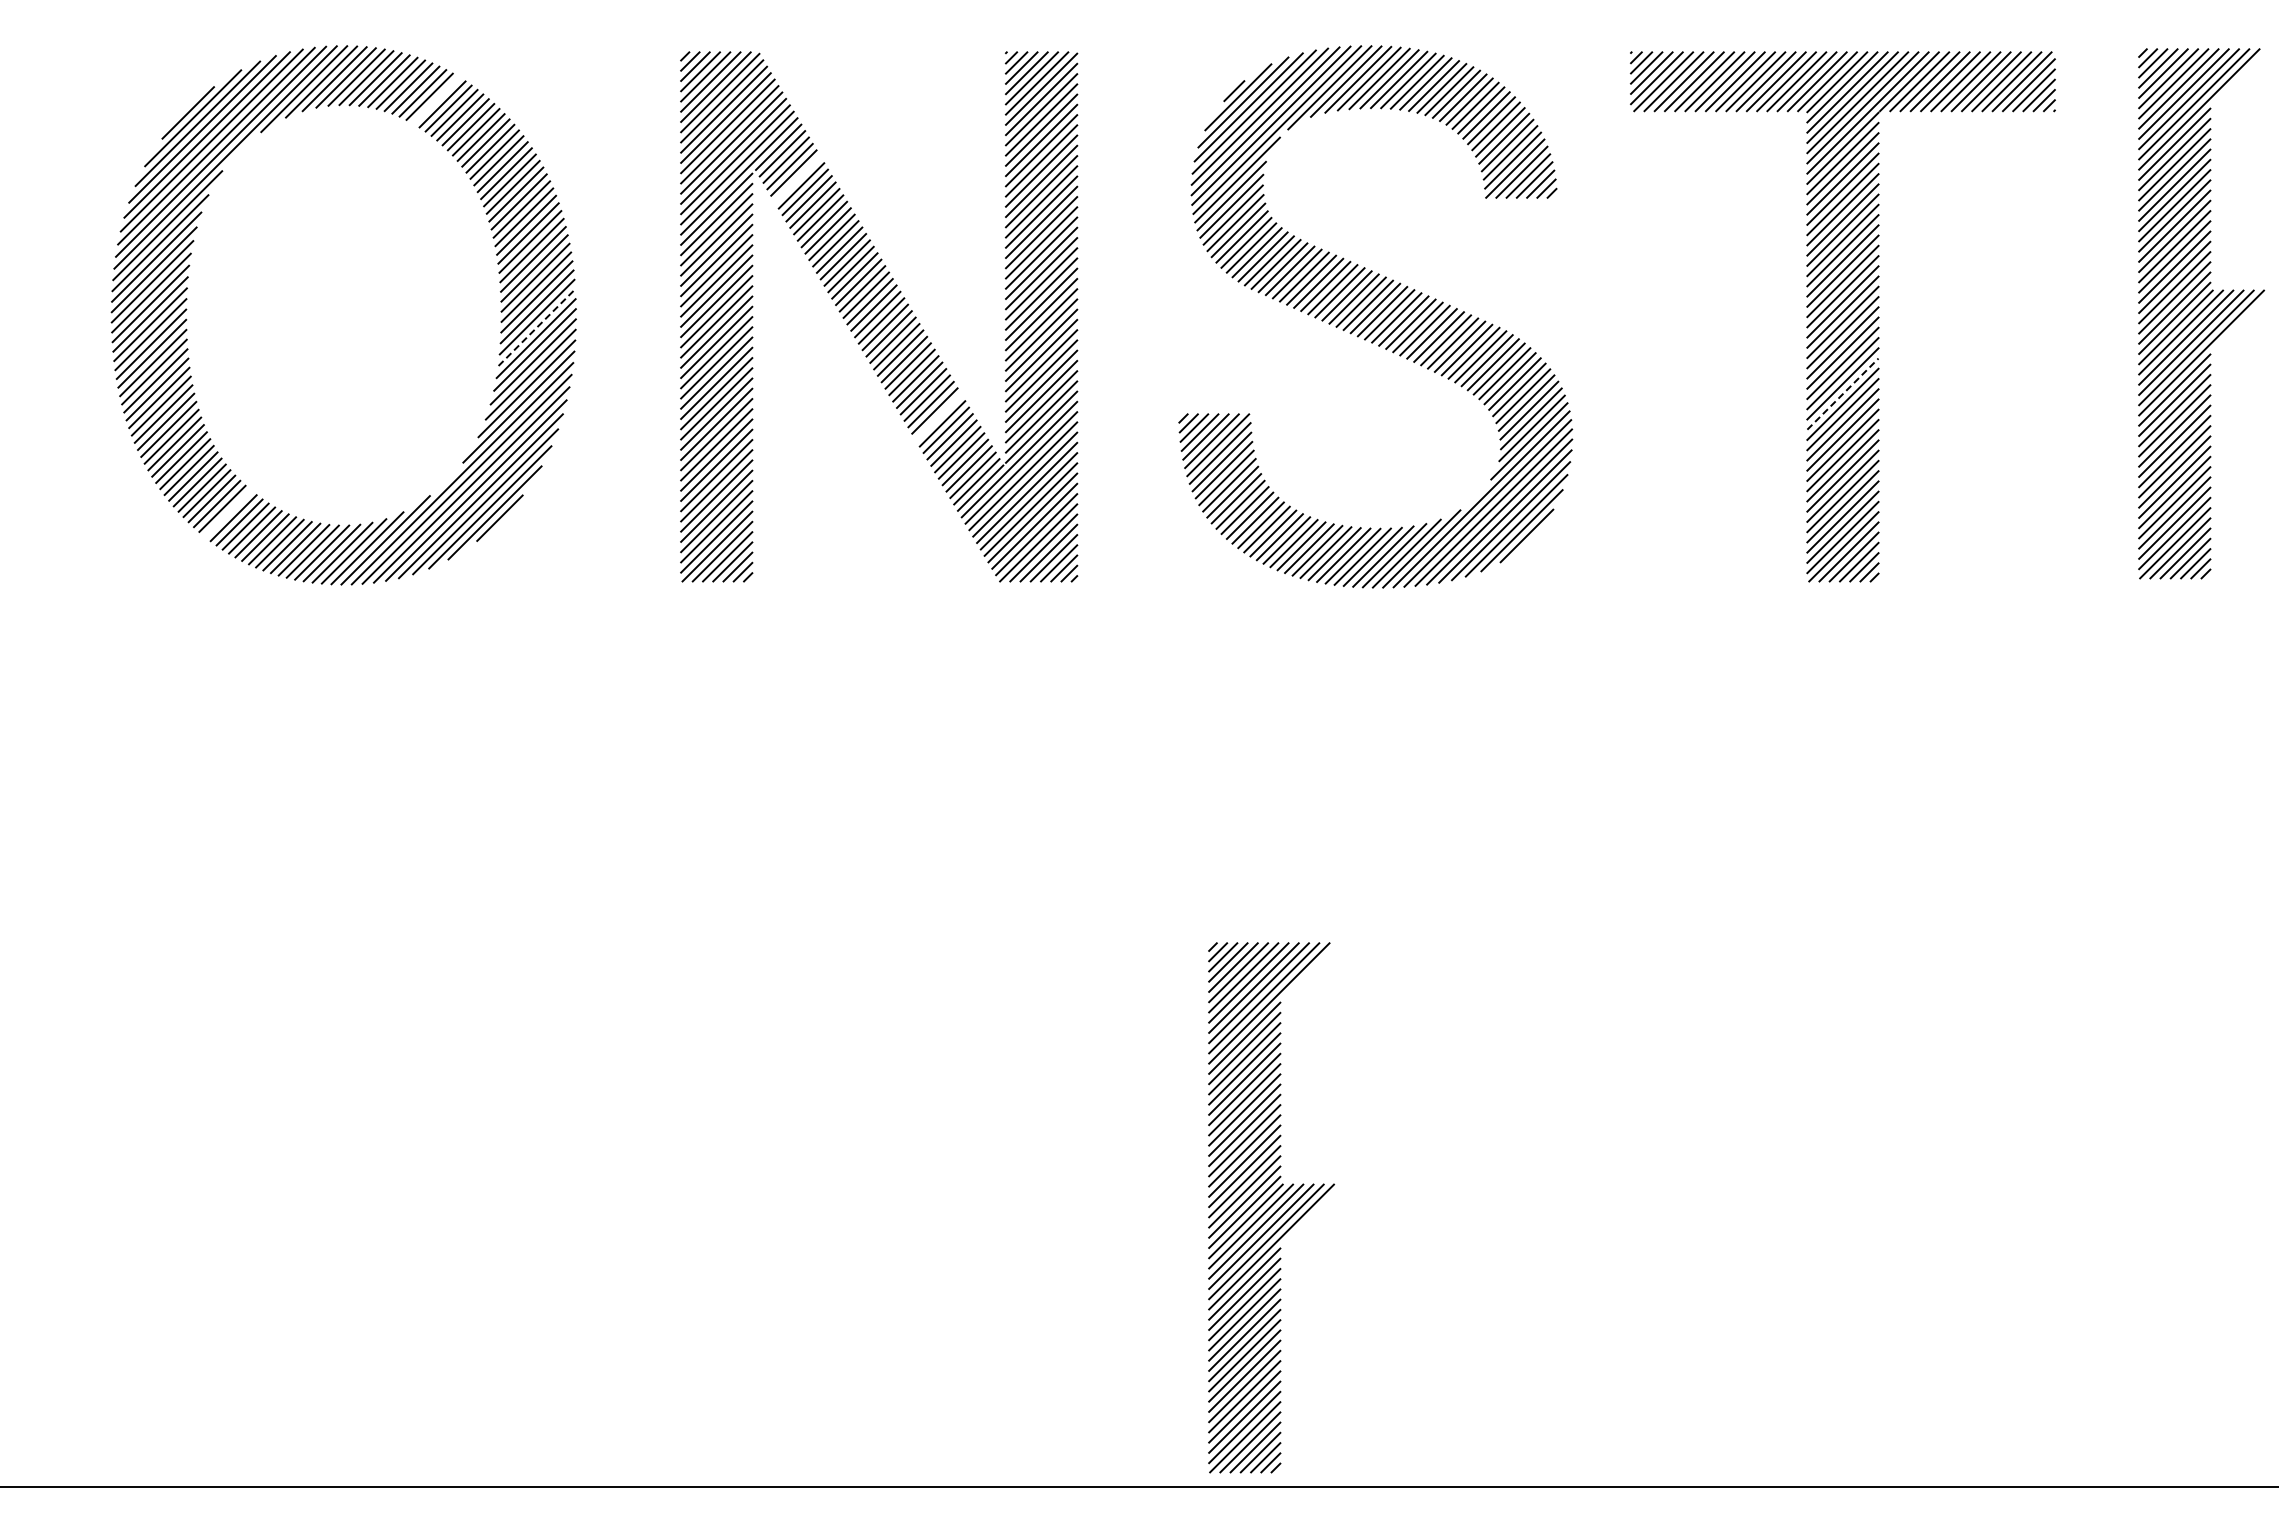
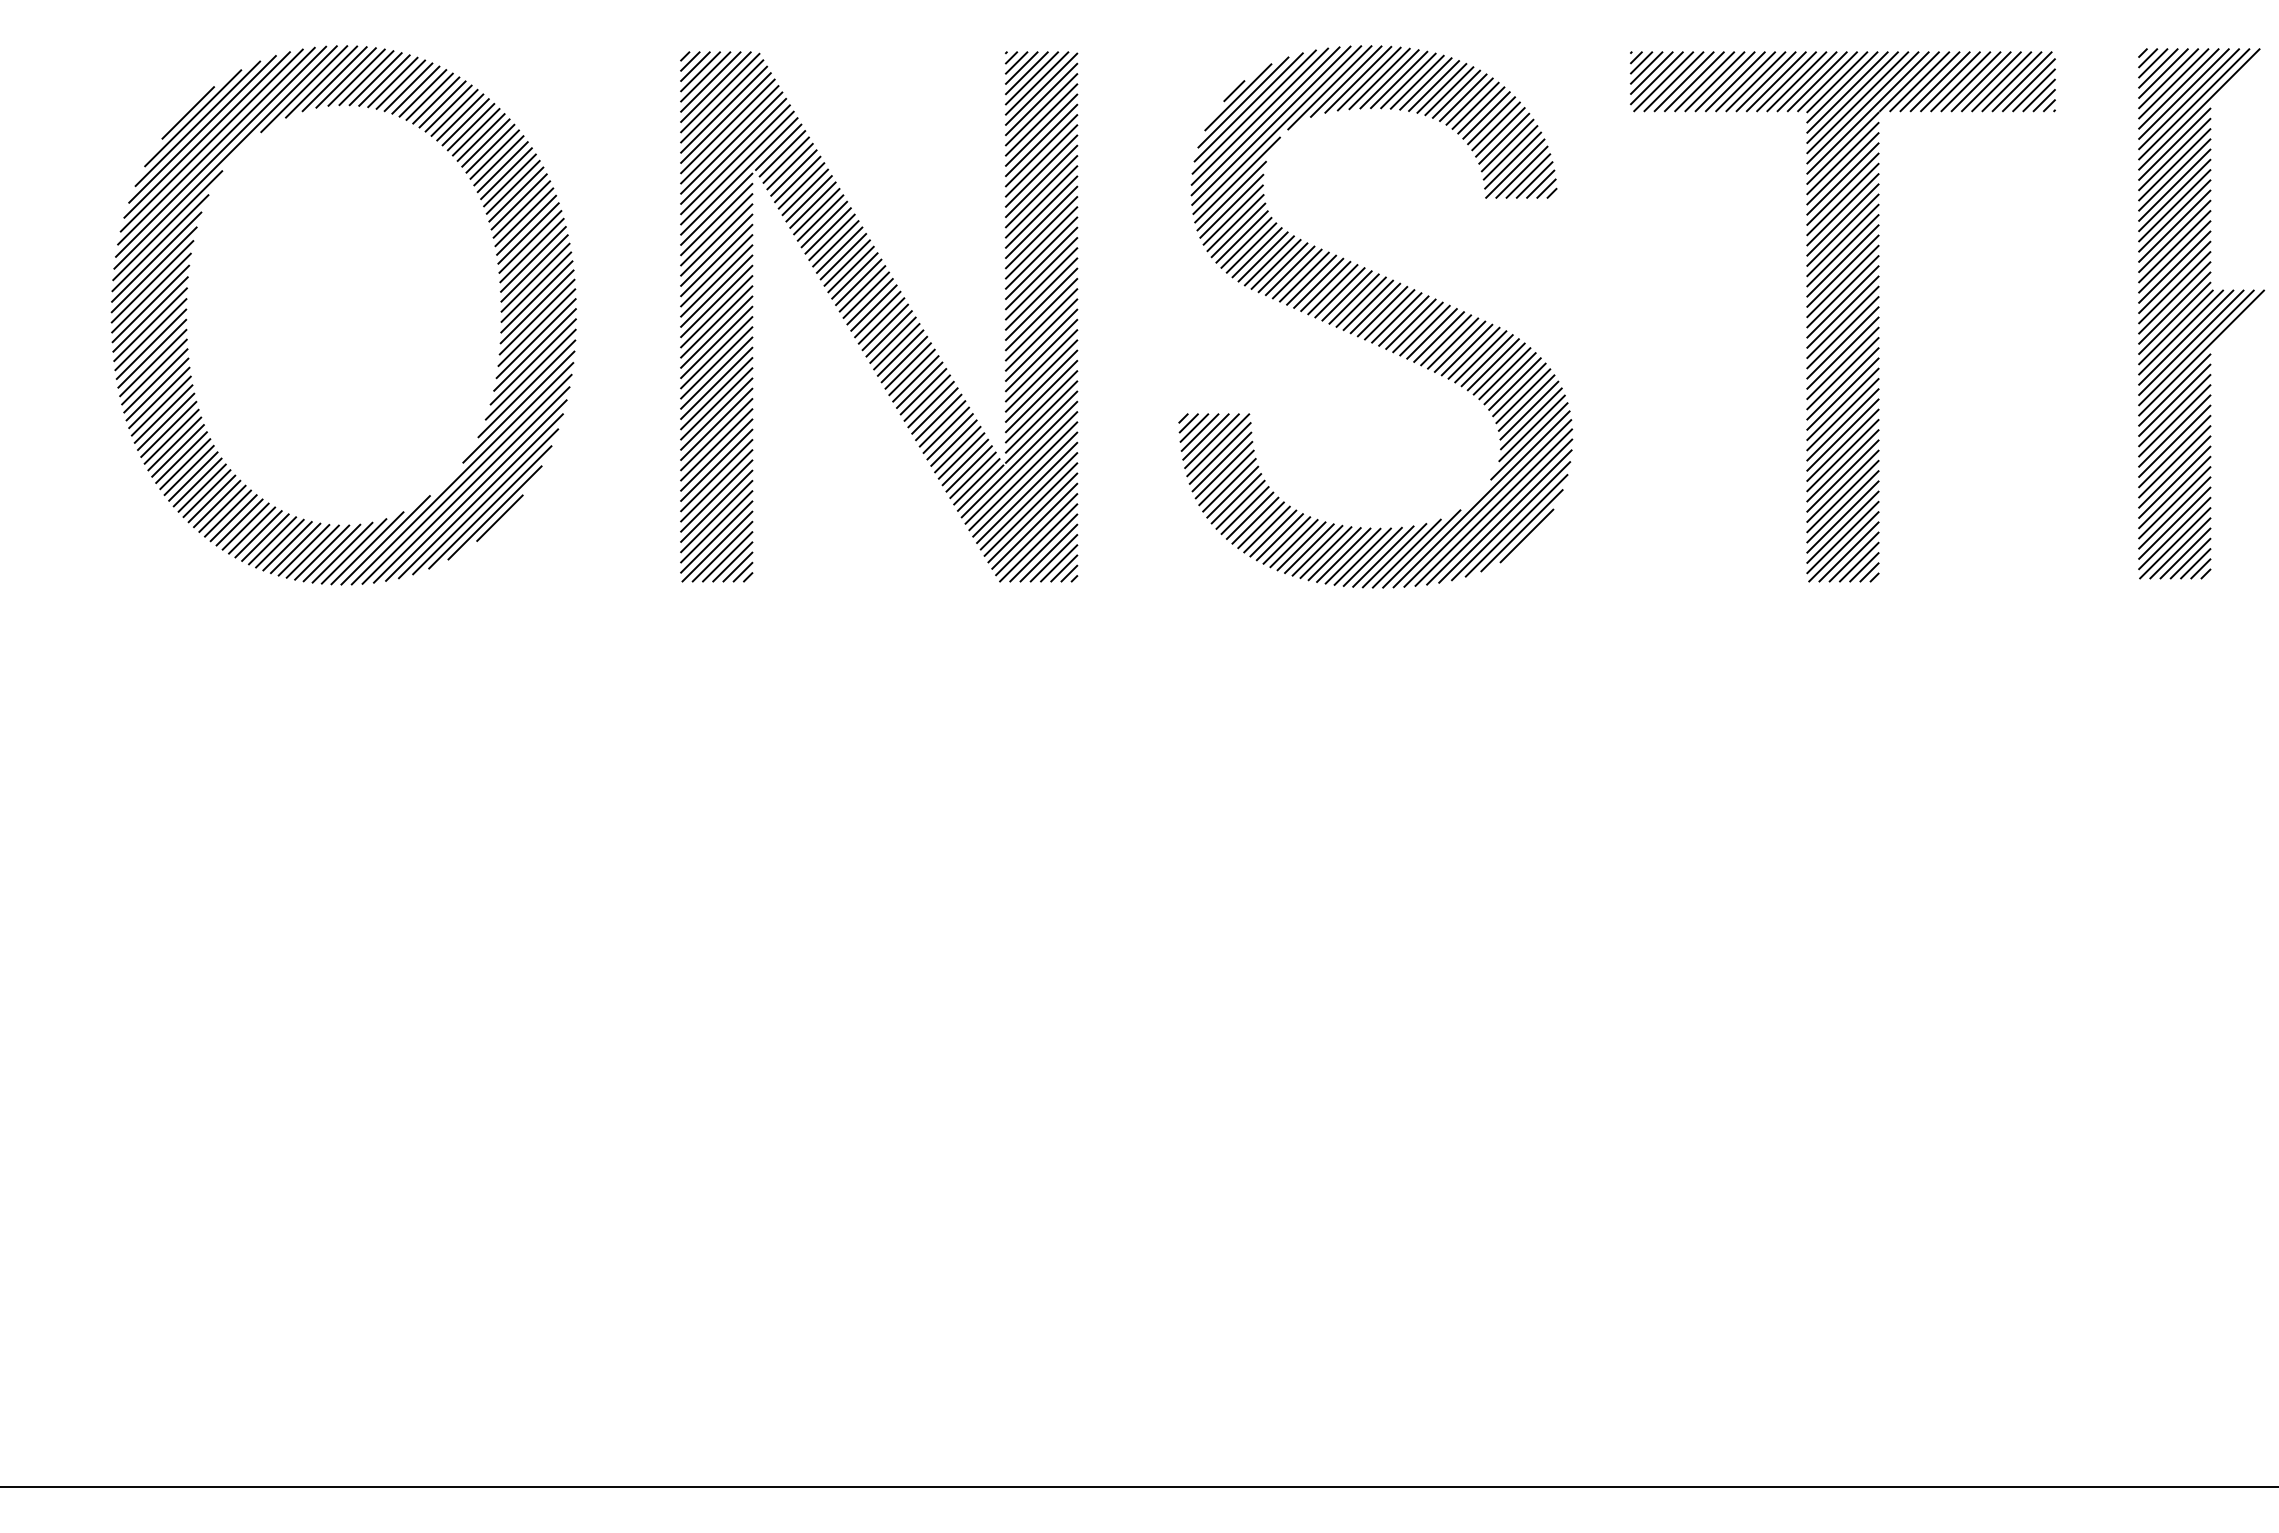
line at (436, 100): none -> present
line at (797, 179): none -> present
line at (537, 327): dashed -> solid
line at (1843, 393): dashed -> solid
line at (938, 417): none -> present
line at (227, 513): none -> present
part at (1271, 1207): present -> none
